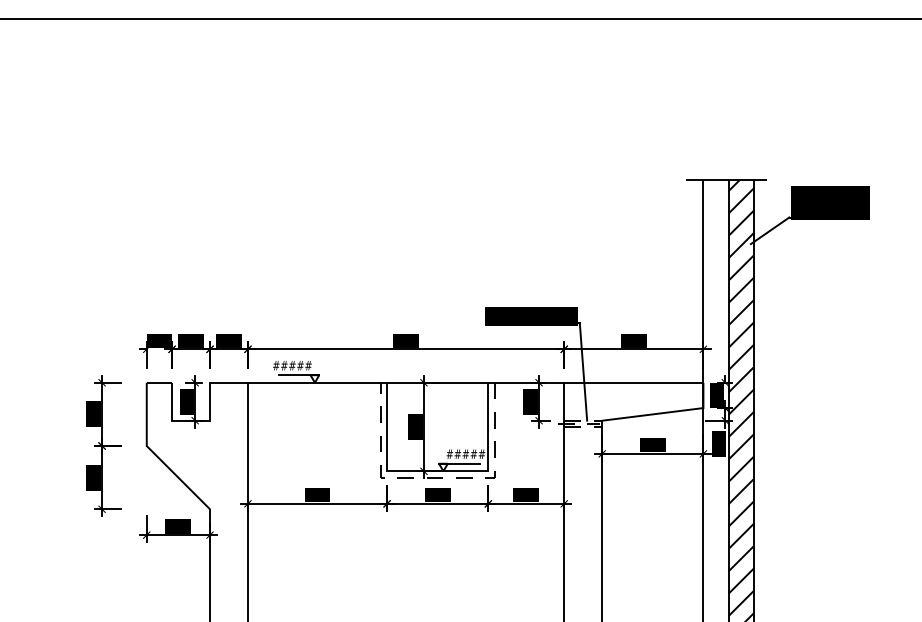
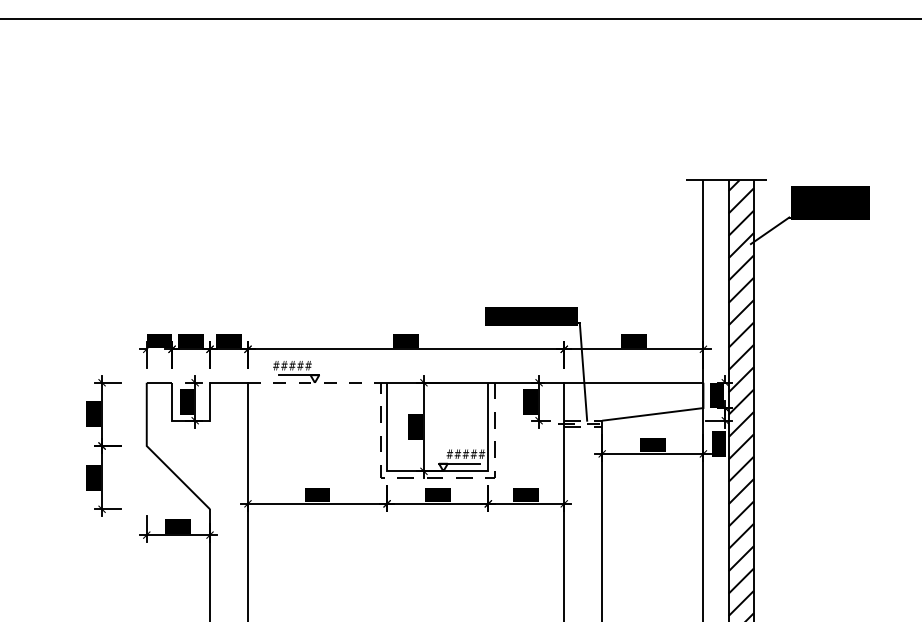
line at (317, 382): solid -> dashed
